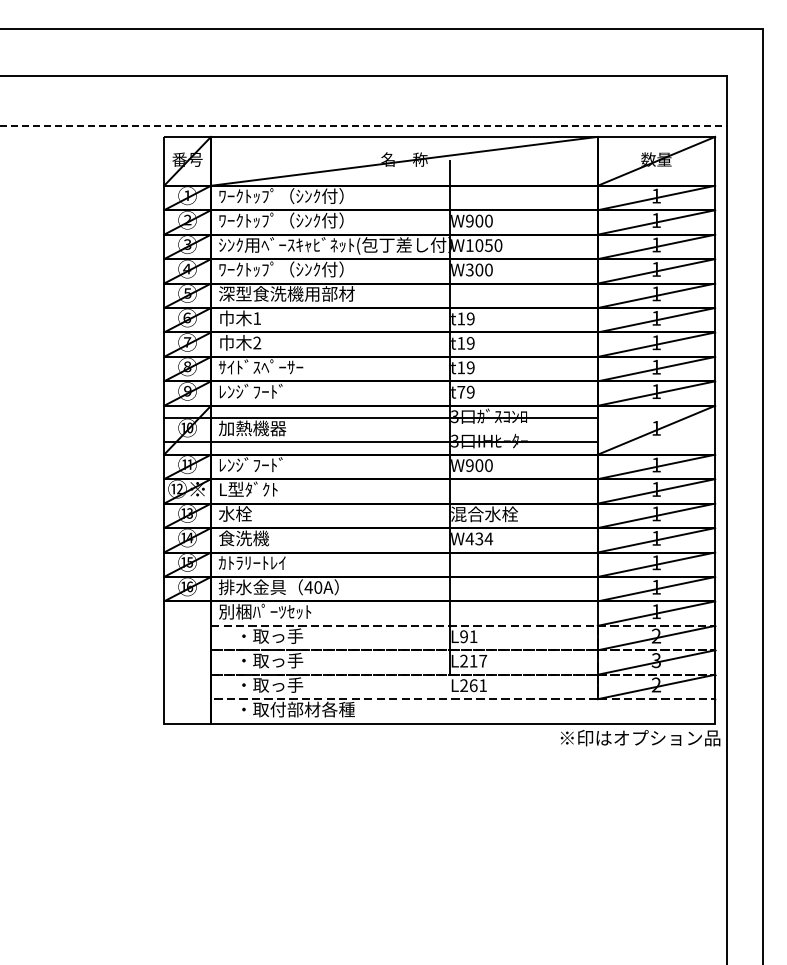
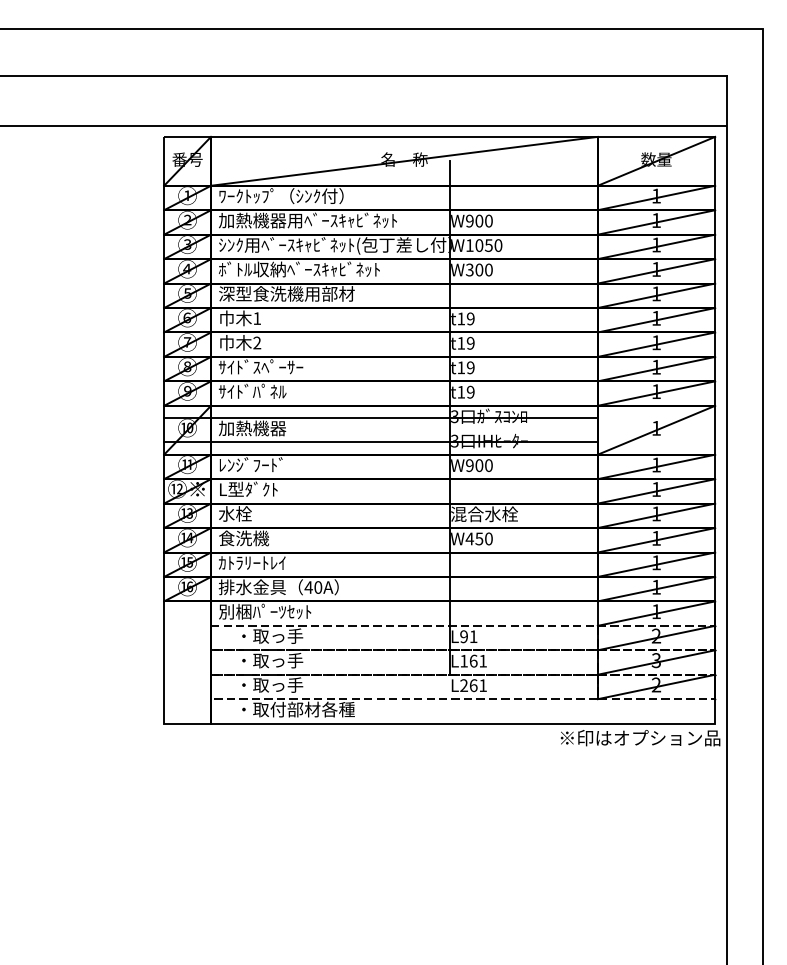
line at (364, 125): dashed -> solid
text at (307, 220): ﾜｰｸﾄｯﾌﾟ（ｼﾝｸ付） -> 加熱機器用ﾍﾞｰｽｷｬﾋﾞﾈｯﾄ
text at (298, 269): ﾜｰｸﾄｯﾌﾟ（ｼﾝｸ付） -> ﾎﾞﾄﾙ収納ﾍﾞｰｽｷｬﾋﾞﾈｯﾄ
text at (252, 390): ﾚﾝｼﾞﾌｰﾄﾞ -> ｻｲﾄﾞﾊﾟﾈﾙ
text at (461, 392): t79 -> t19
text at (484, 538): W434 -> W450
text at (473, 660): L217 -> L161
